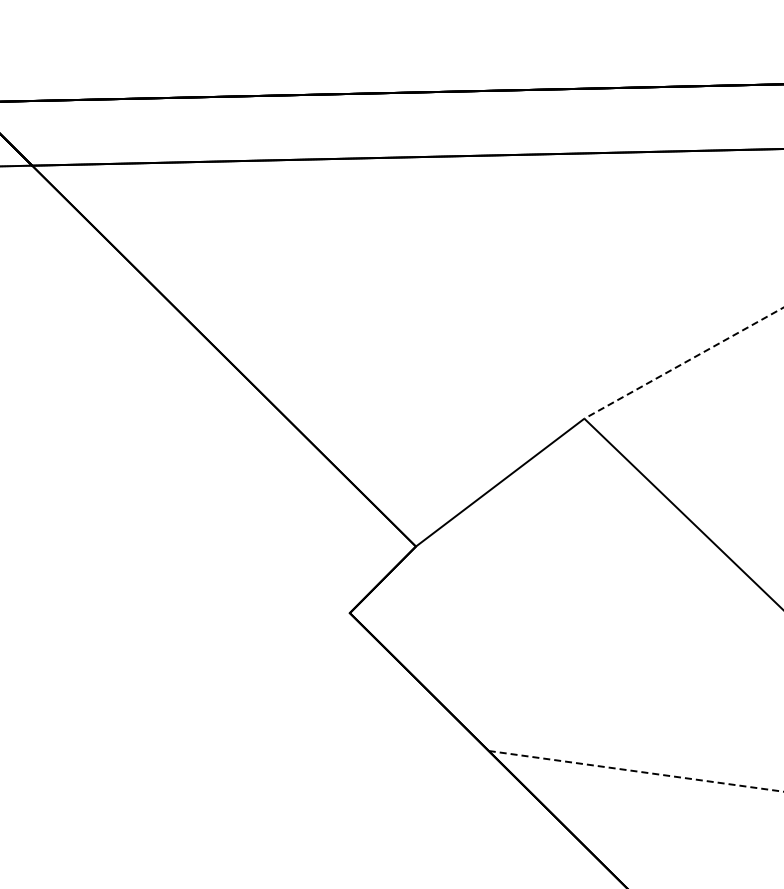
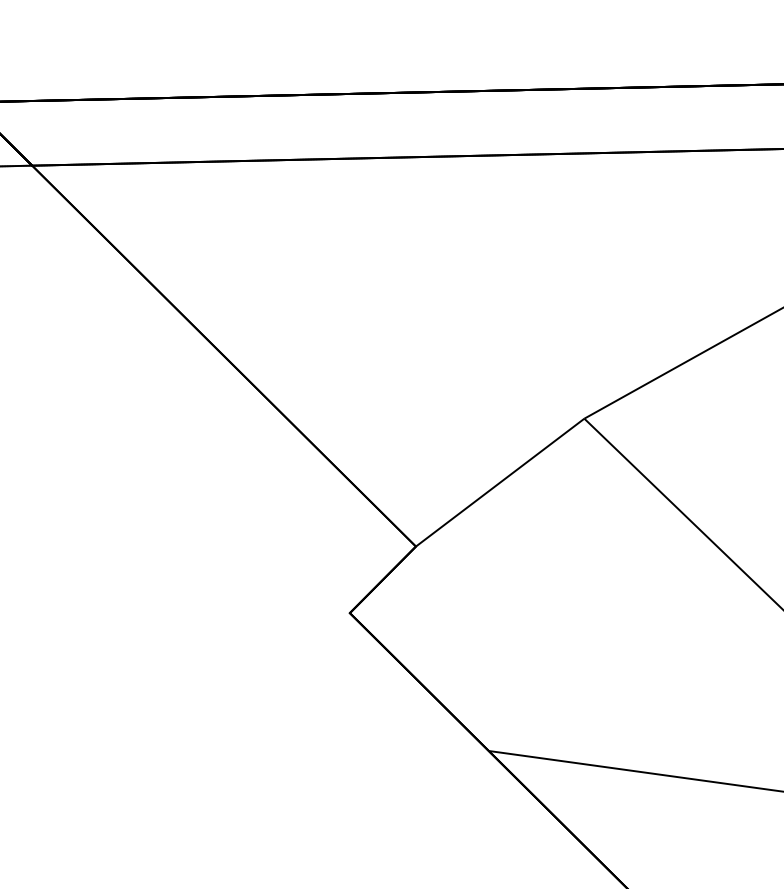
line at (683, 363): dashed -> solid
line at (636, 771): dashed -> solid
